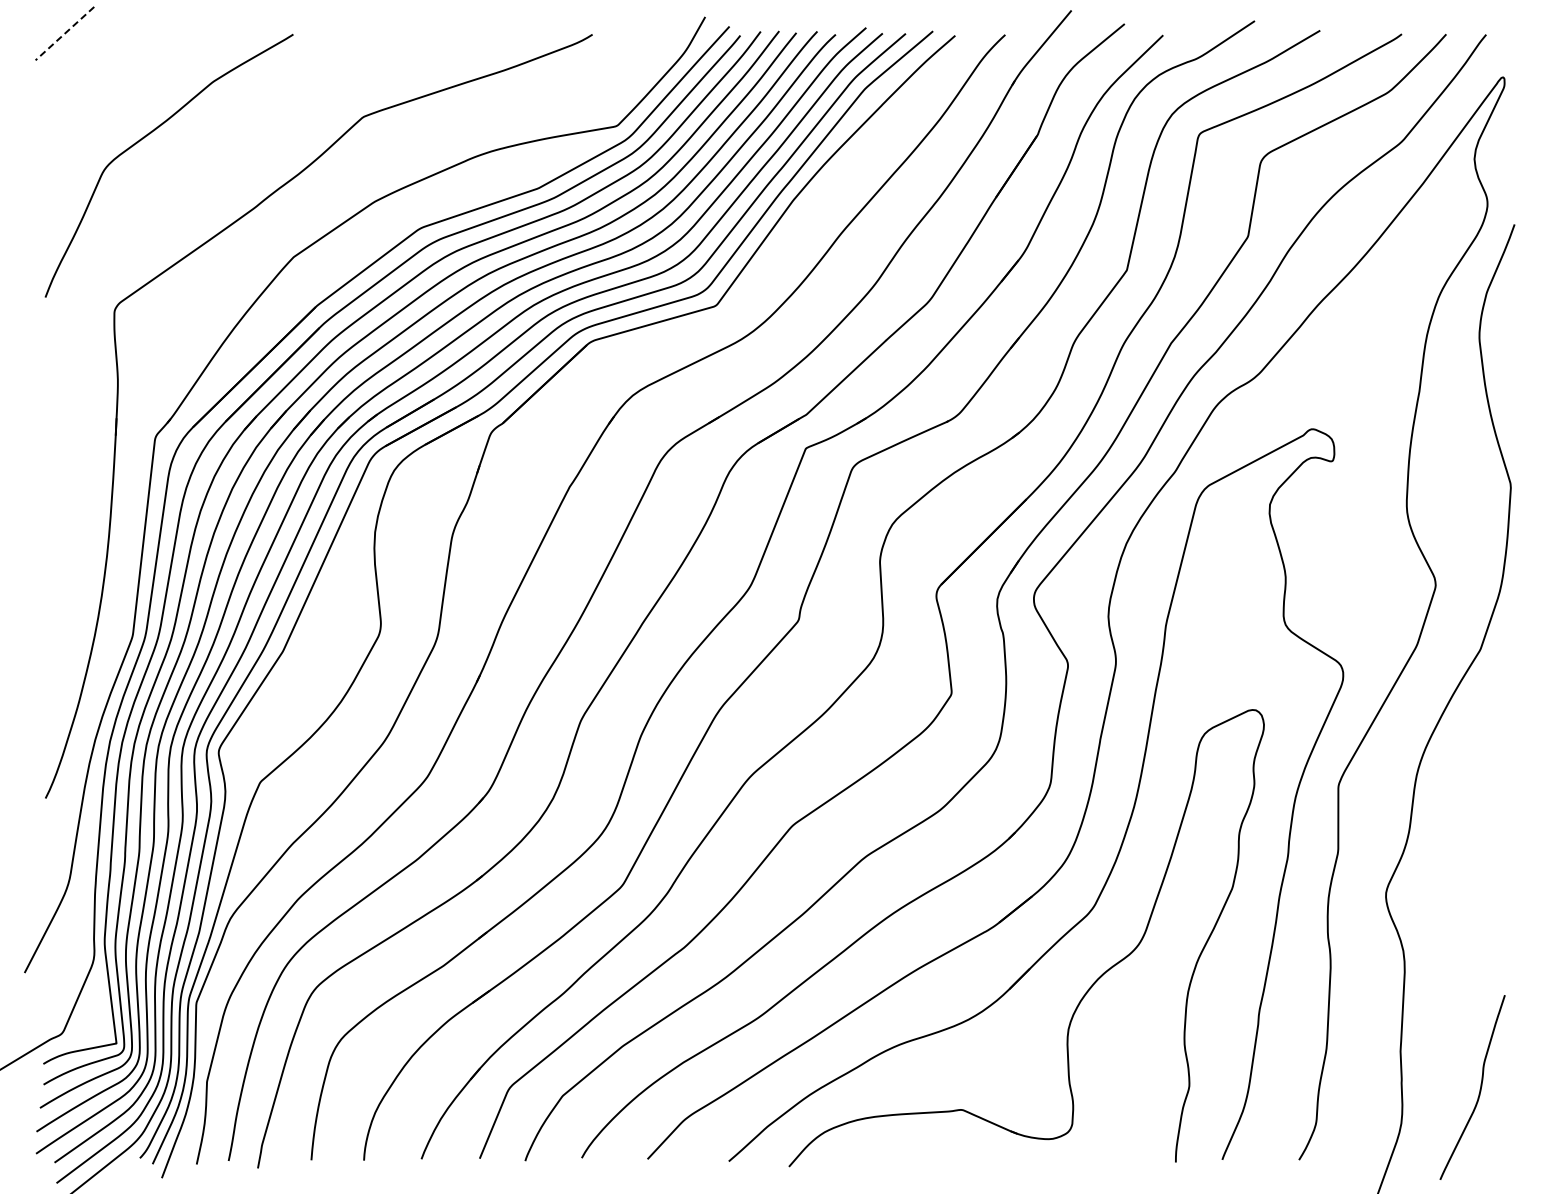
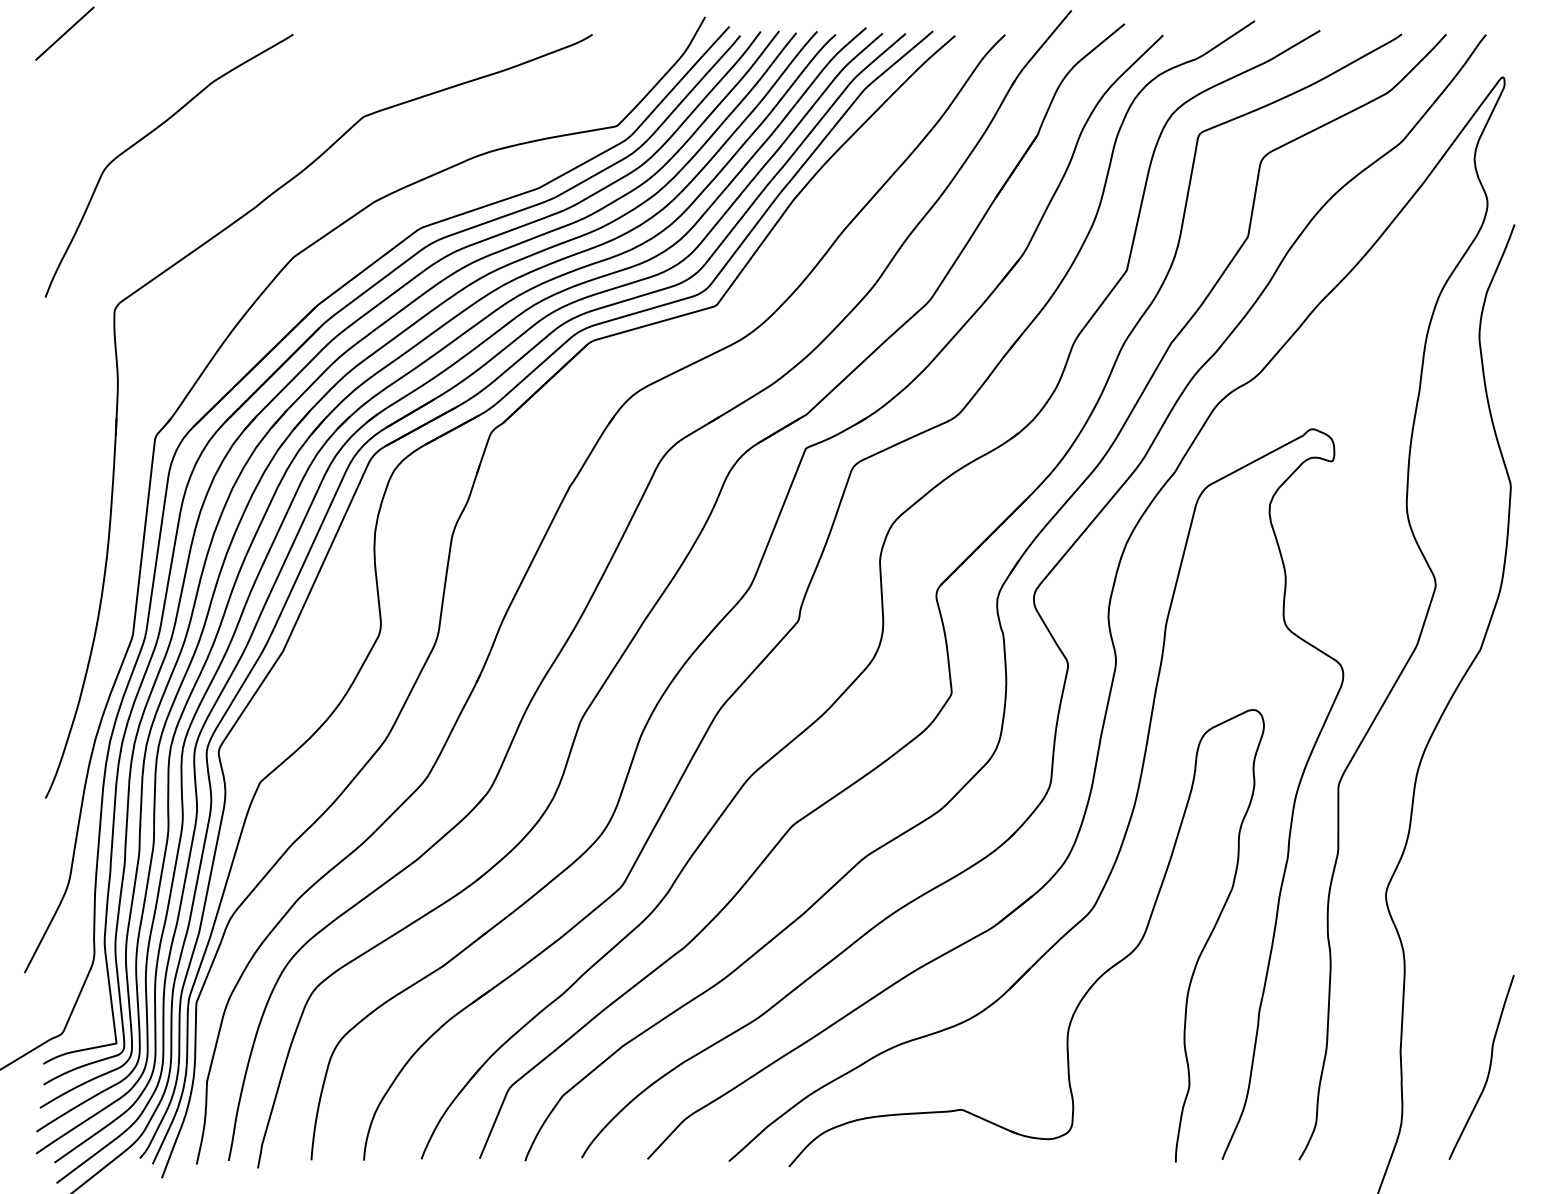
line at (64, 33): dashed -> solid
curve at (1479, 1089) position: (1479, 1089) -> (1488, 1069)
